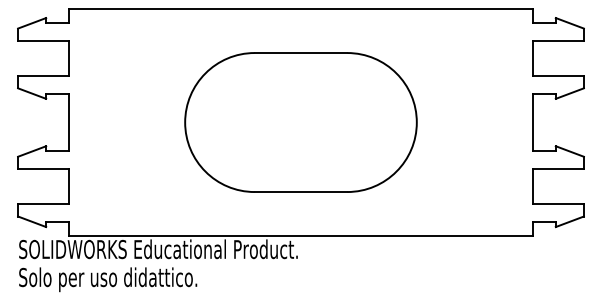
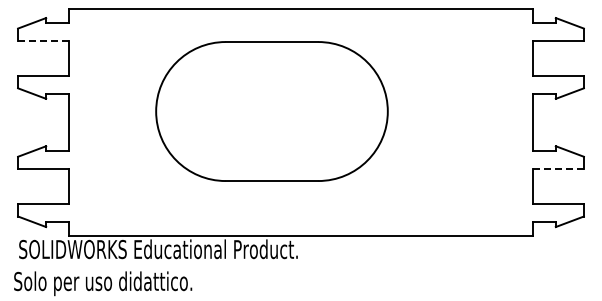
line at (43, 40): solid -> dashed
part at (300, 122) position: (300, 122) -> (271, 111)
line at (558, 169): solid -> dashed
text at (108, 279) position: (108, 279) -> (103, 283)
